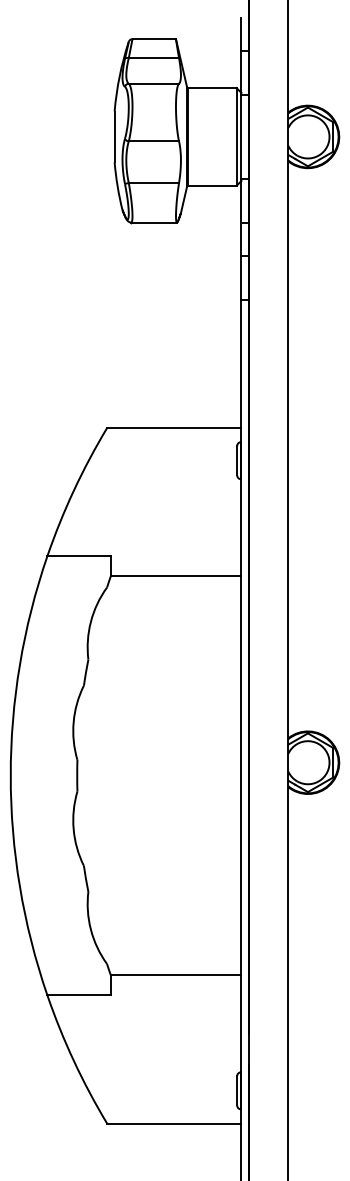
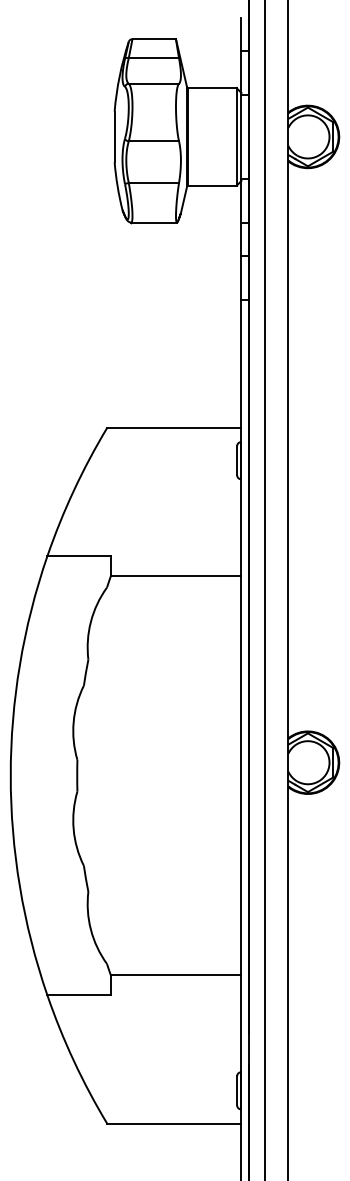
line at (264, 589): none -> present
